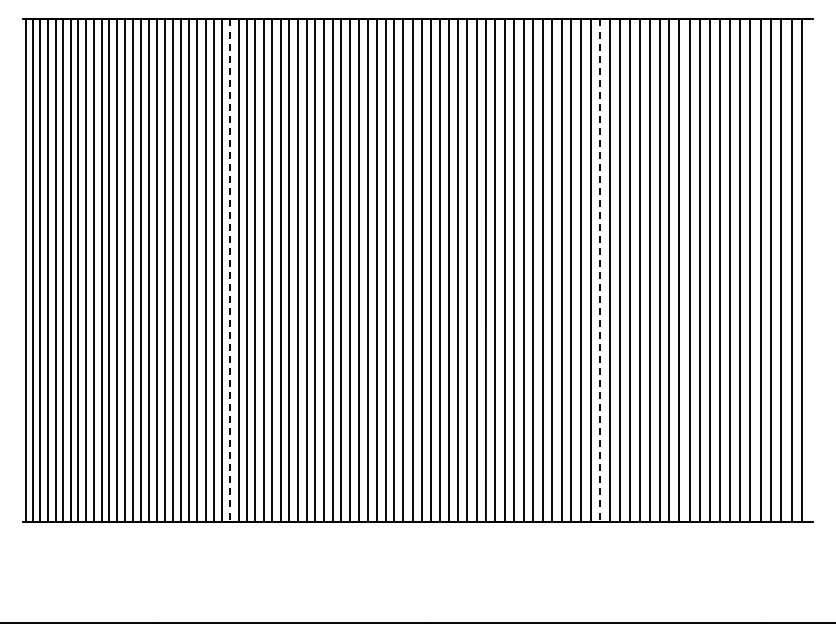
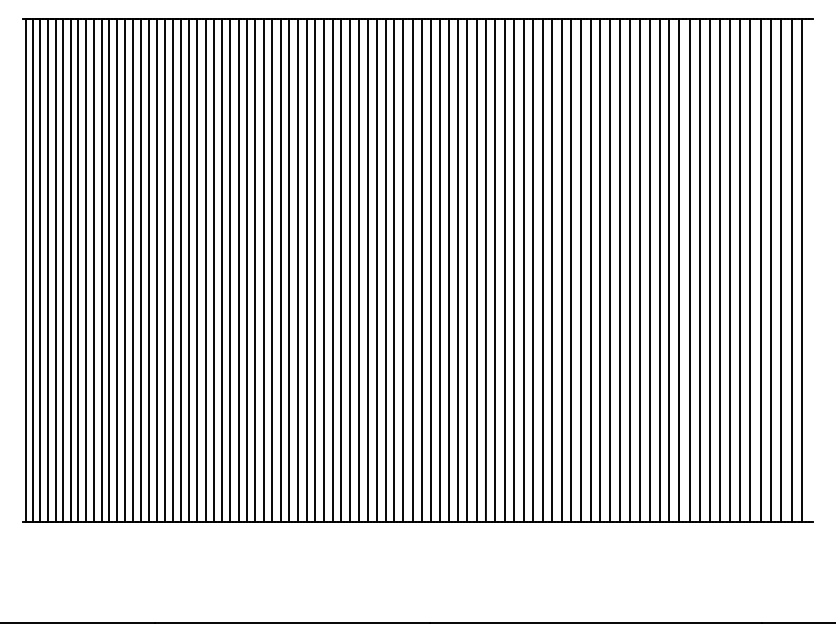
line at (230, 271): dashed -> solid
line at (600, 271): dashed -> solid
